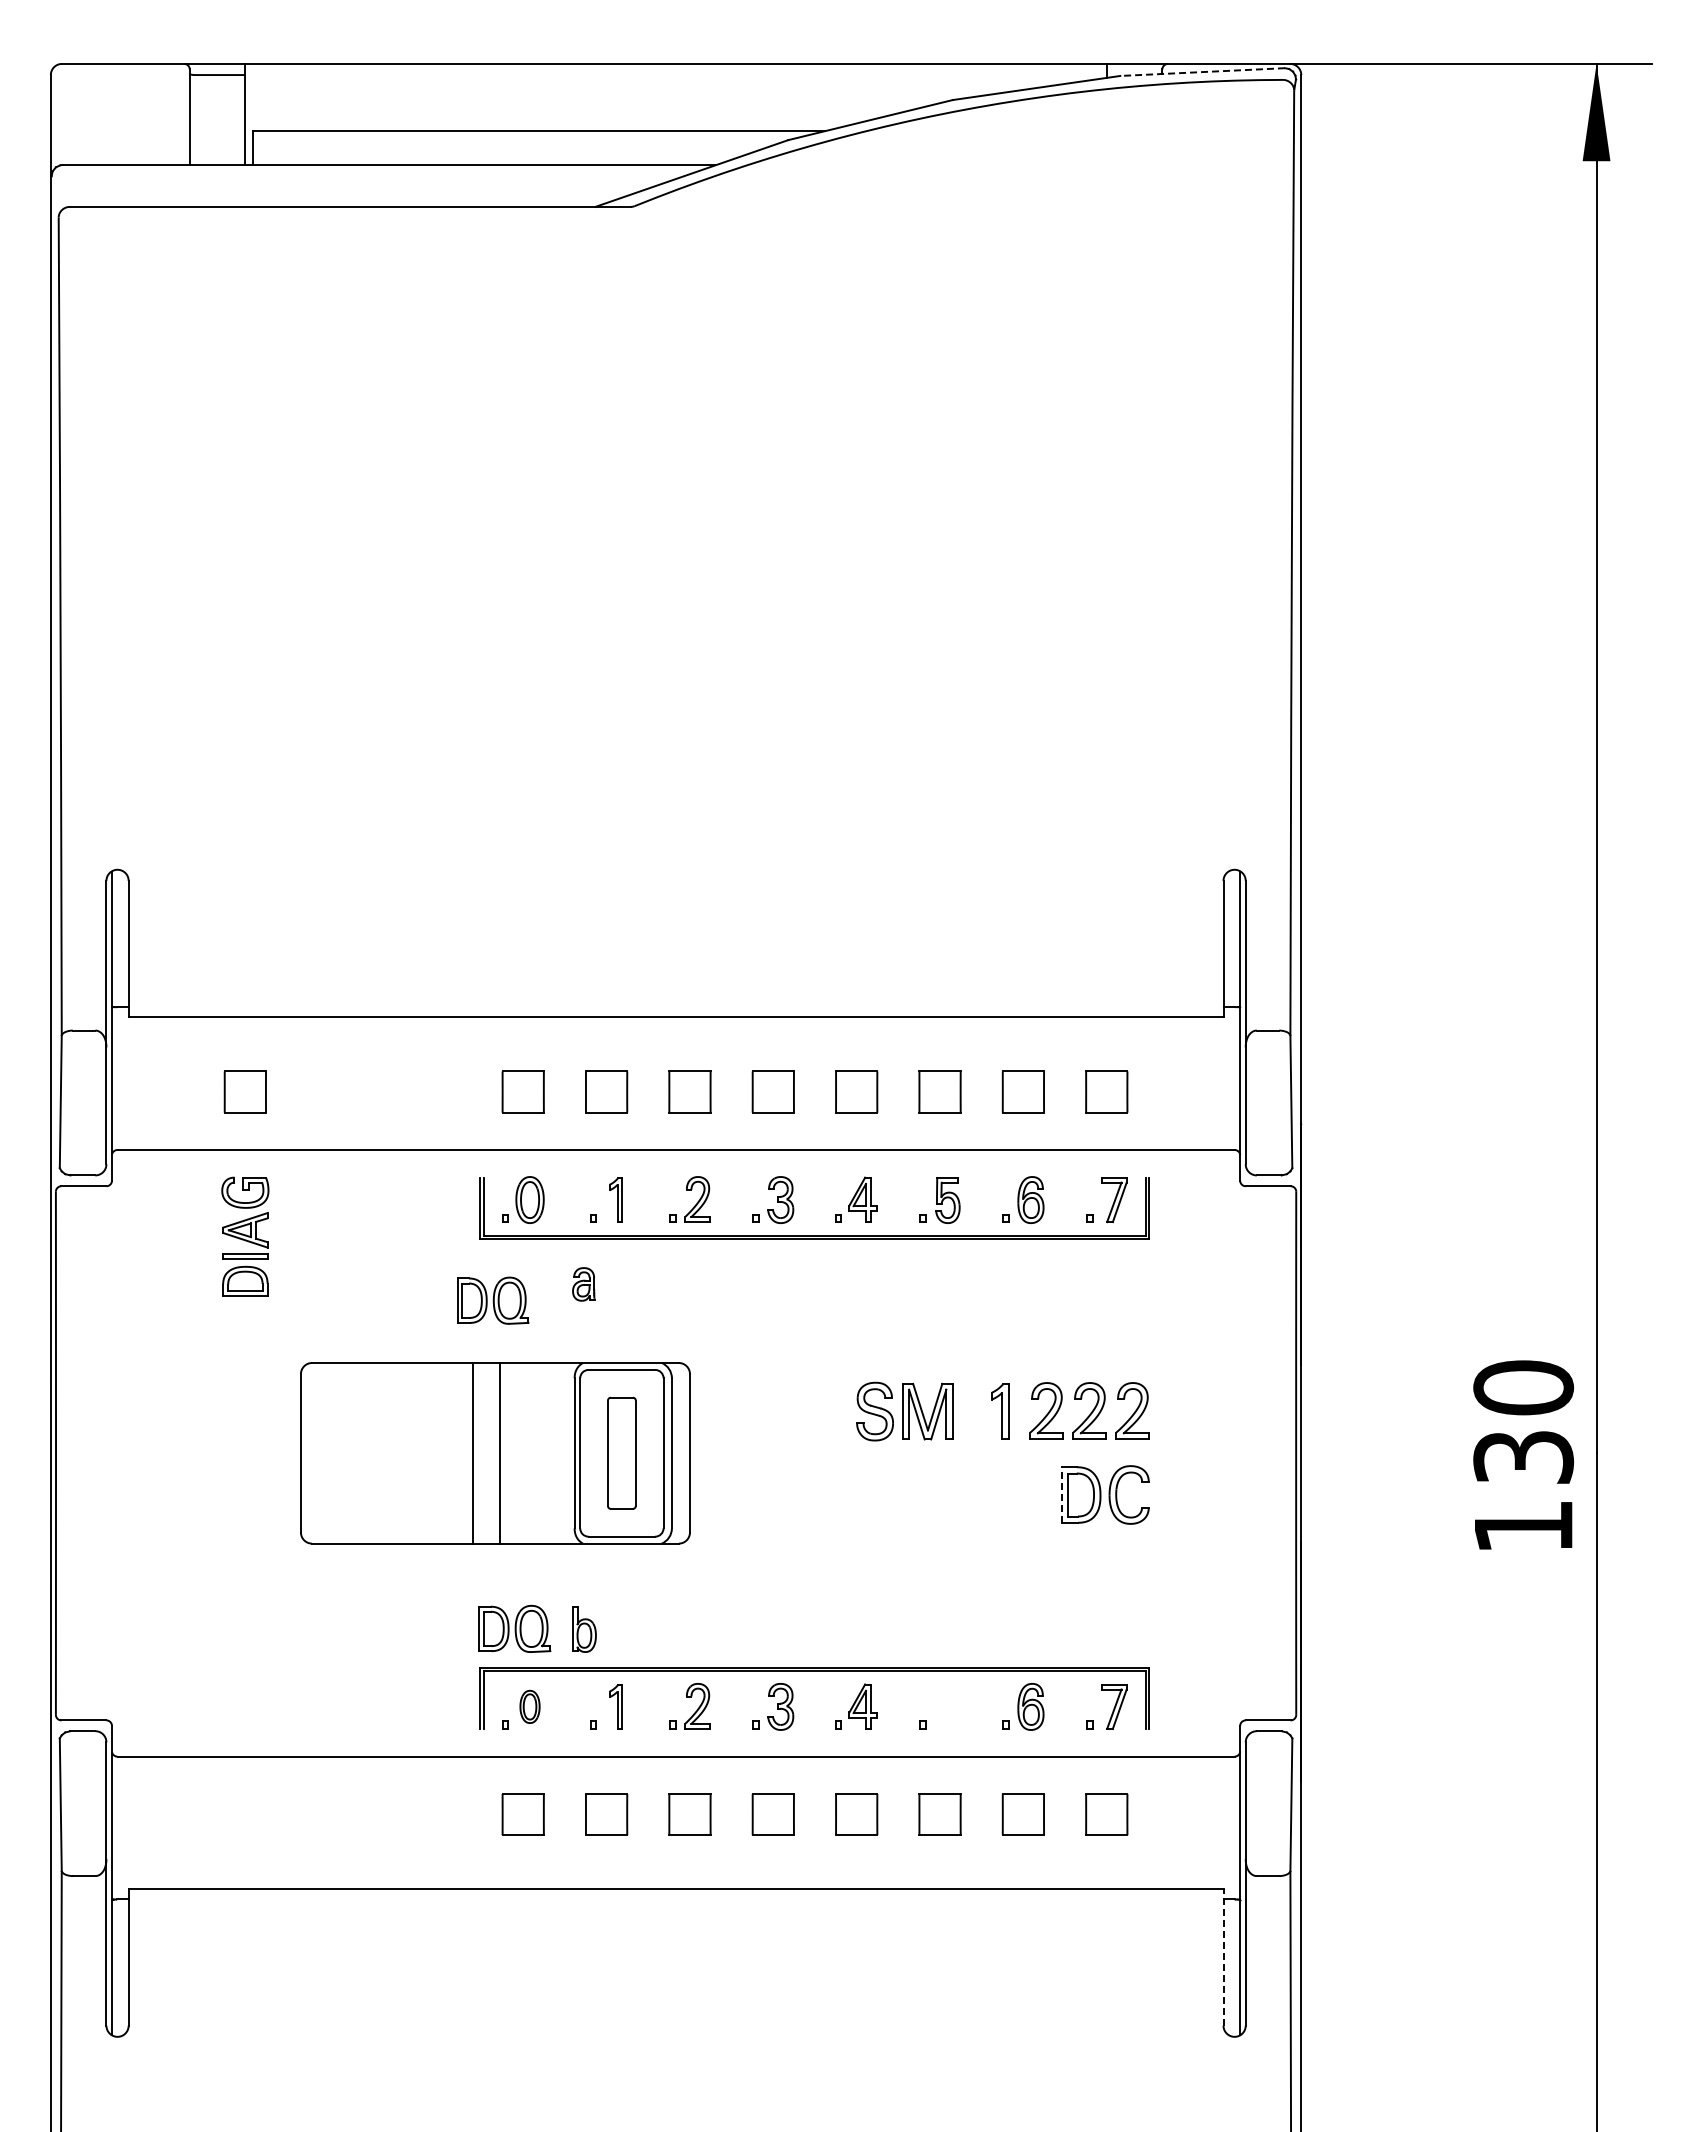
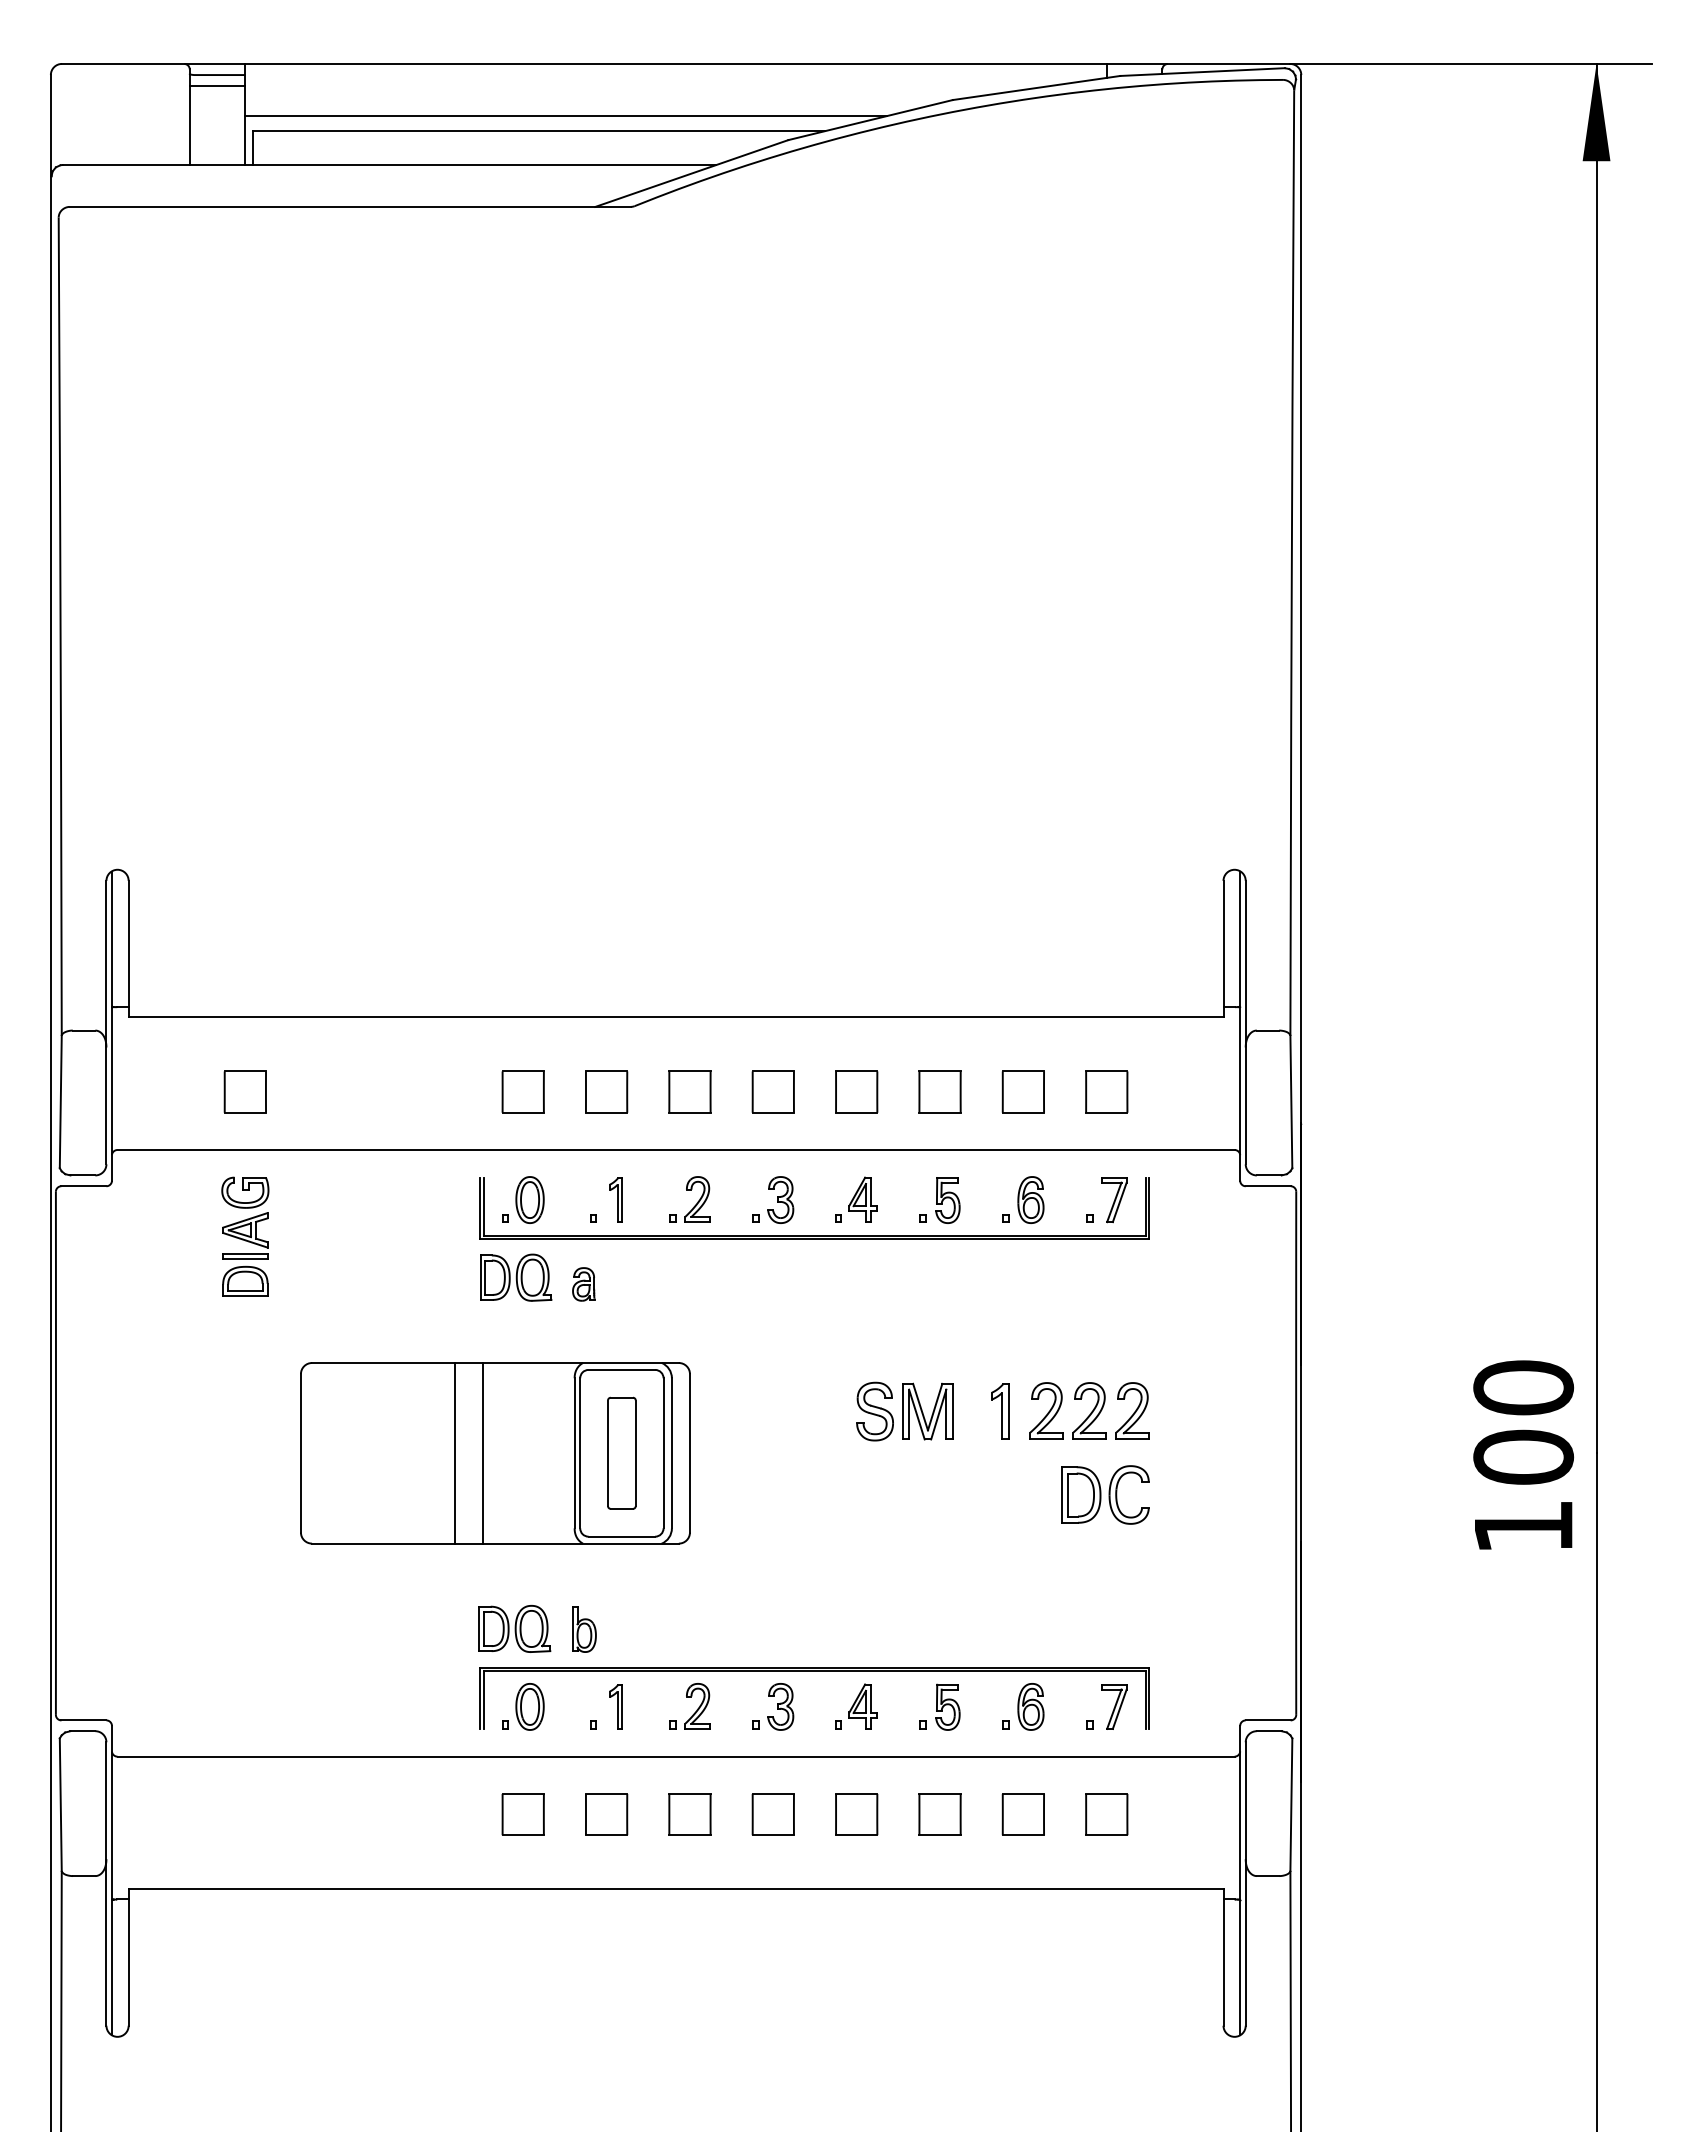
line at (1202, 72): dashed -> solid
line at (217, 86): none -> present
line at (565, 116): none -> present
part at (493, 1300) position: (493, 1300) -> (516, 1277)
line at (473, 1453) position: (473, 1453) -> (455, 1453)
line at (499, 1453) position: (499, 1453) -> (482, 1453)
text at (1523, 1456): 130 -> 100
line at (1061, 1494): dashed -> solid
part at (529, 1706) size: 22x35 px -> 30x48 px
part at (947, 1706): none -> present
line at (1223, 1956): dashed -> solid
